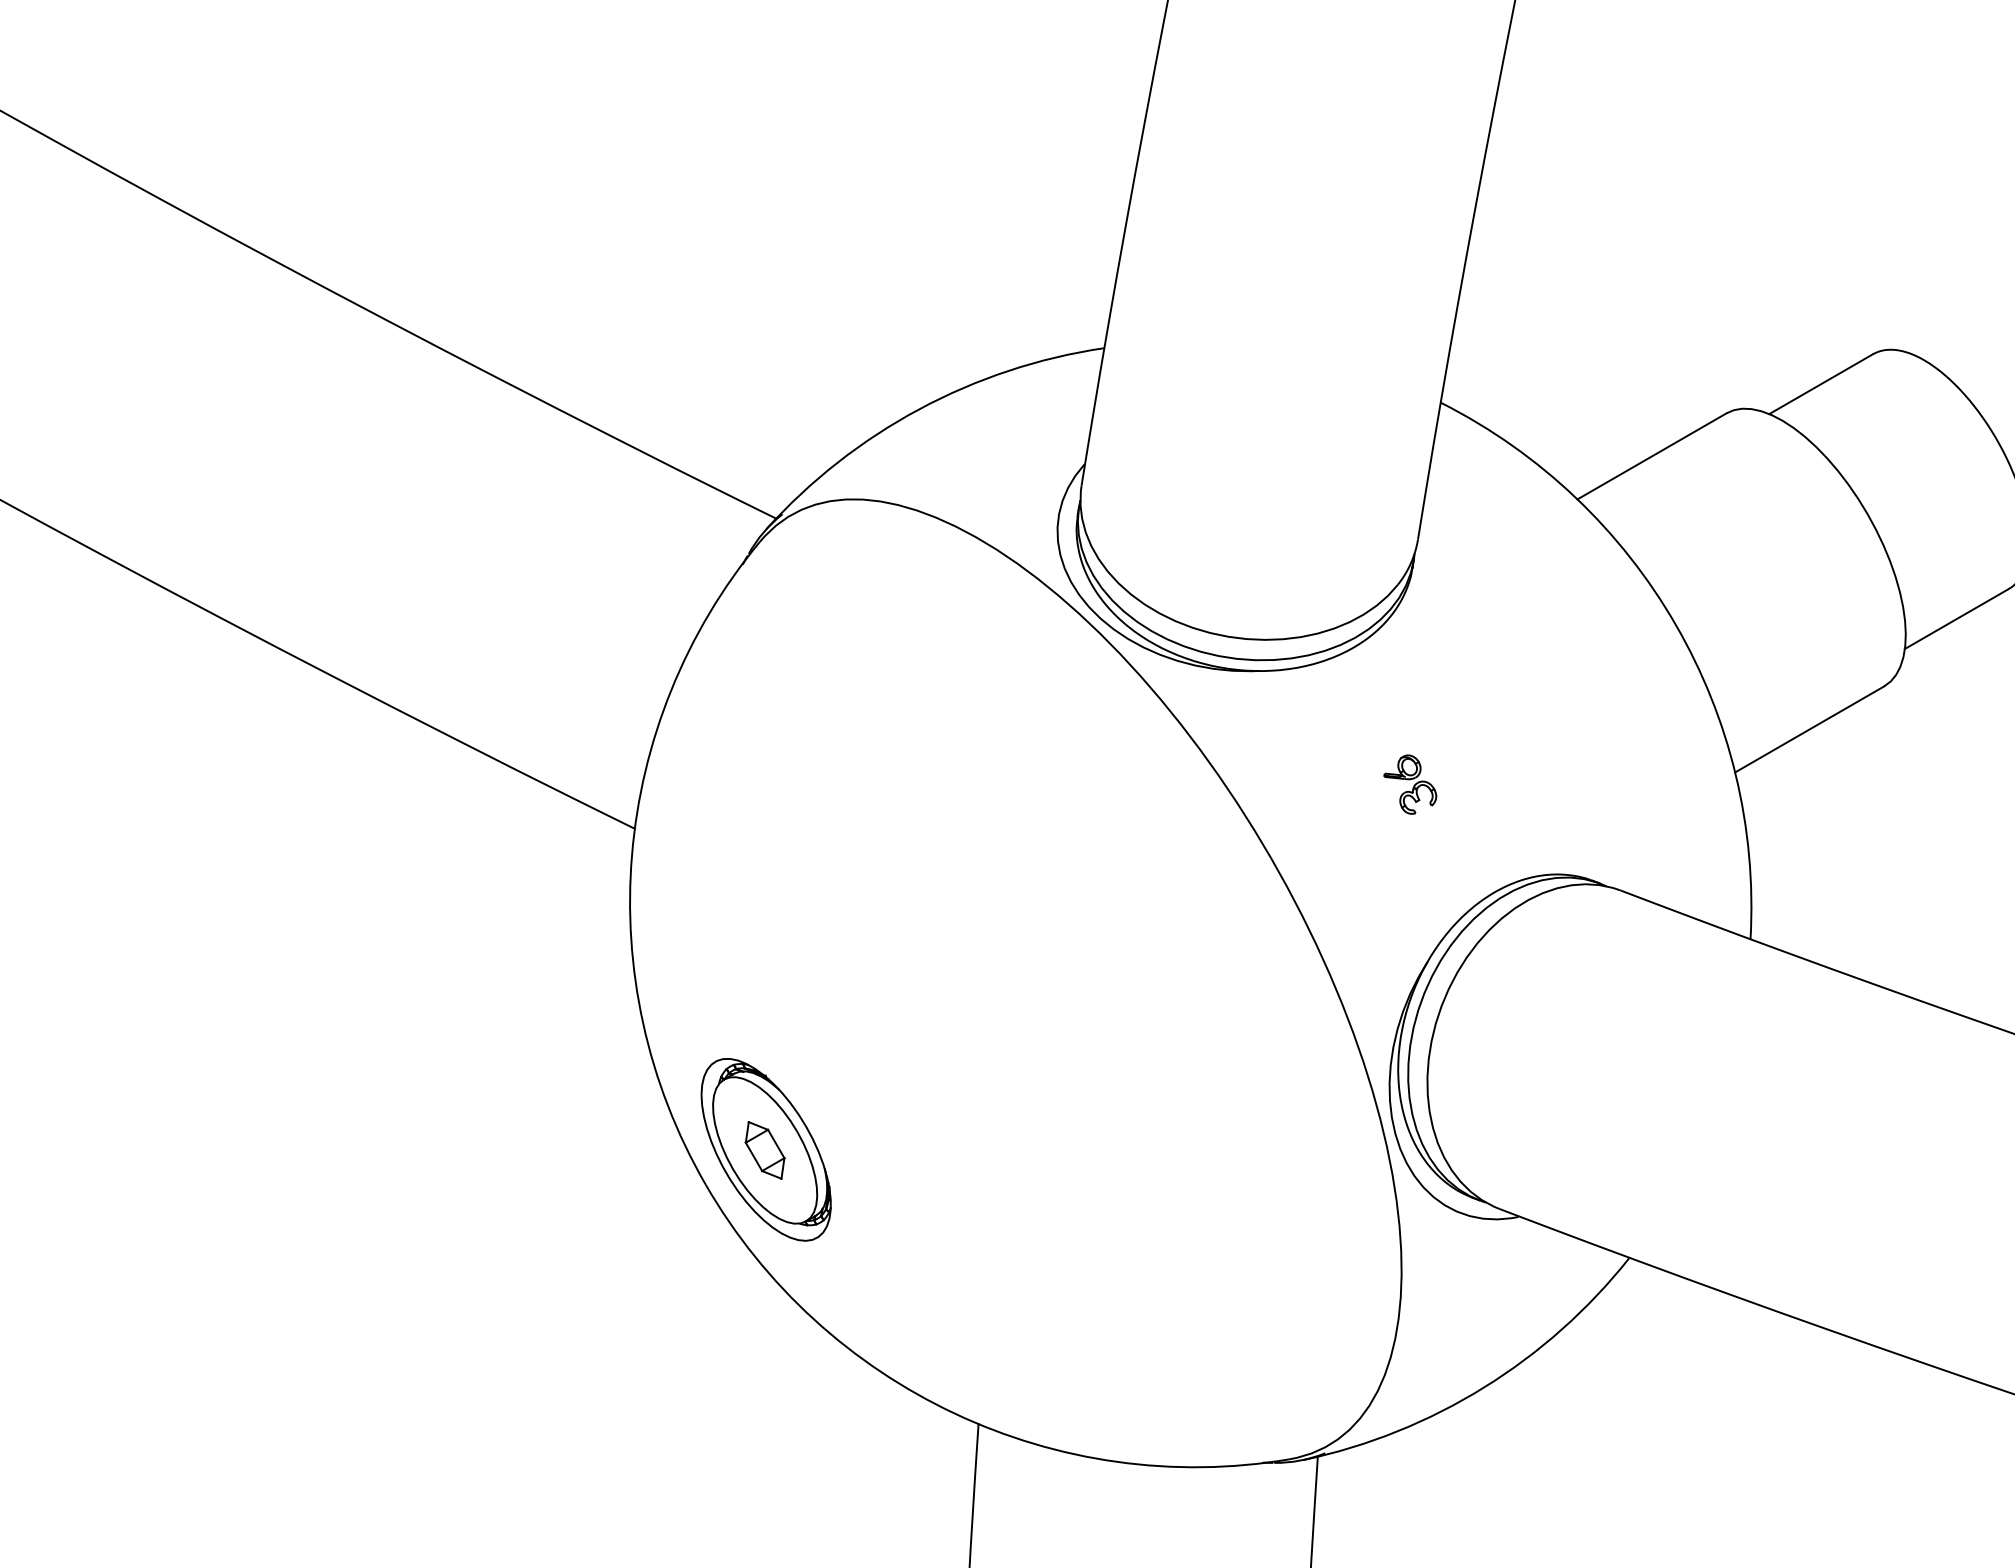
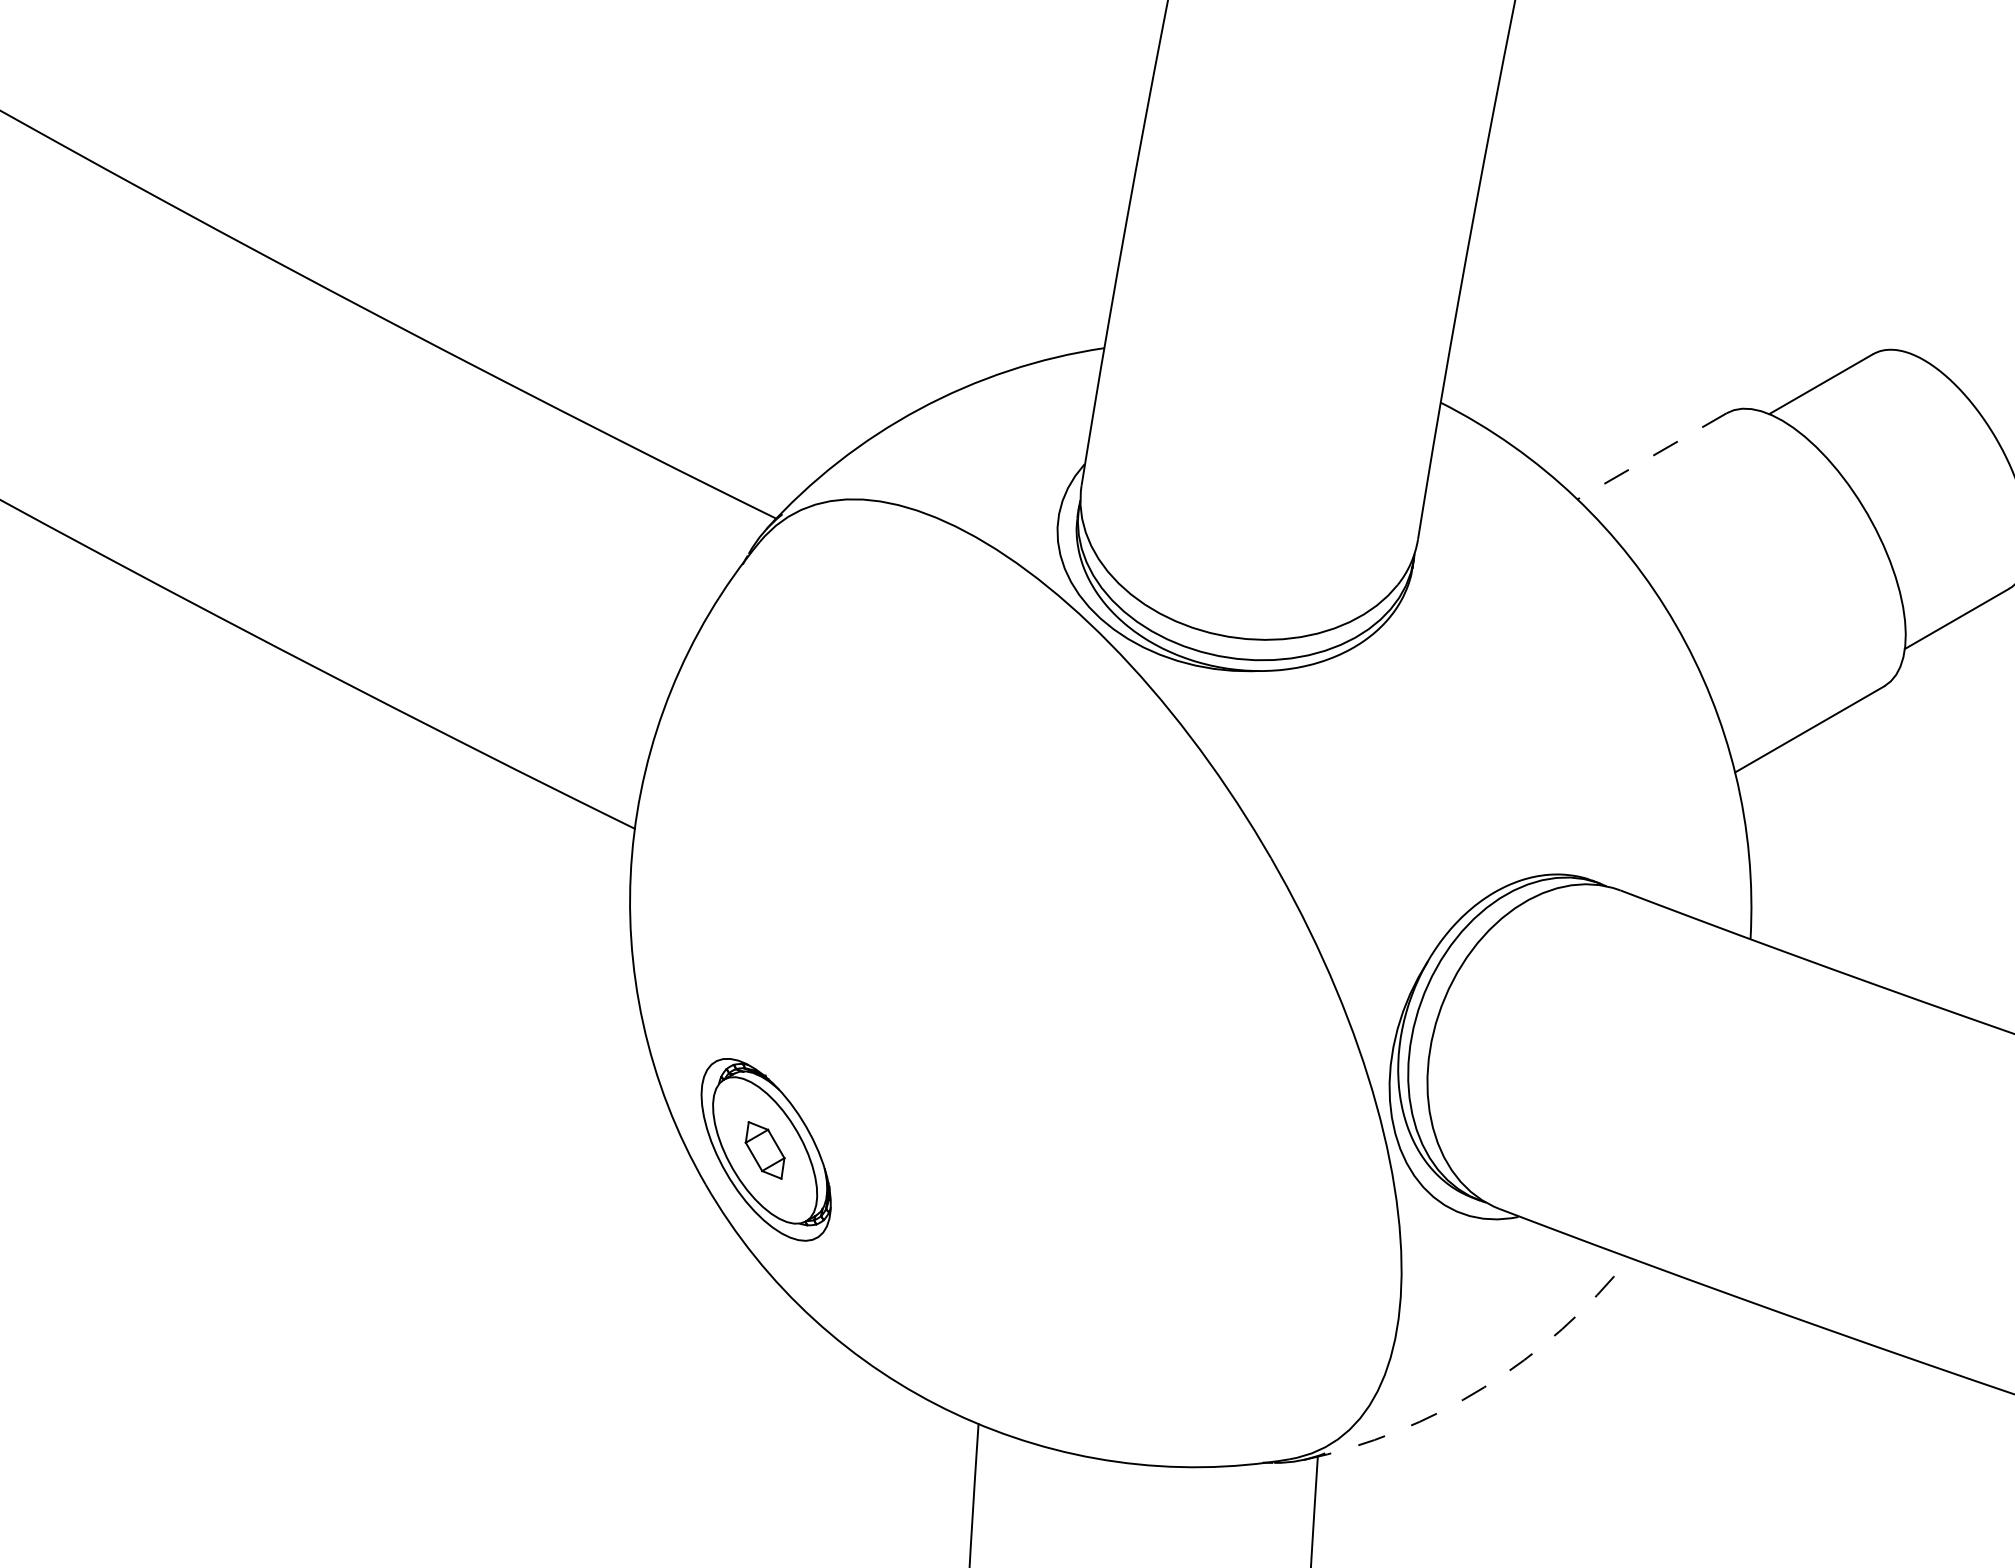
line at (1651, 456): solid -> dashed
part at (1410, 784): present -> none
arc at (1484, 1387): solid -> dashed
